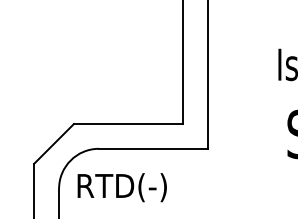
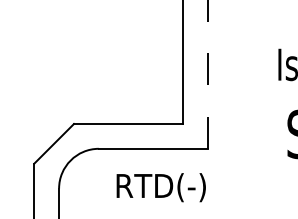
line at (208, 74): solid -> dashed
text at (121, 187) position: (121, 187) -> (160, 187)
